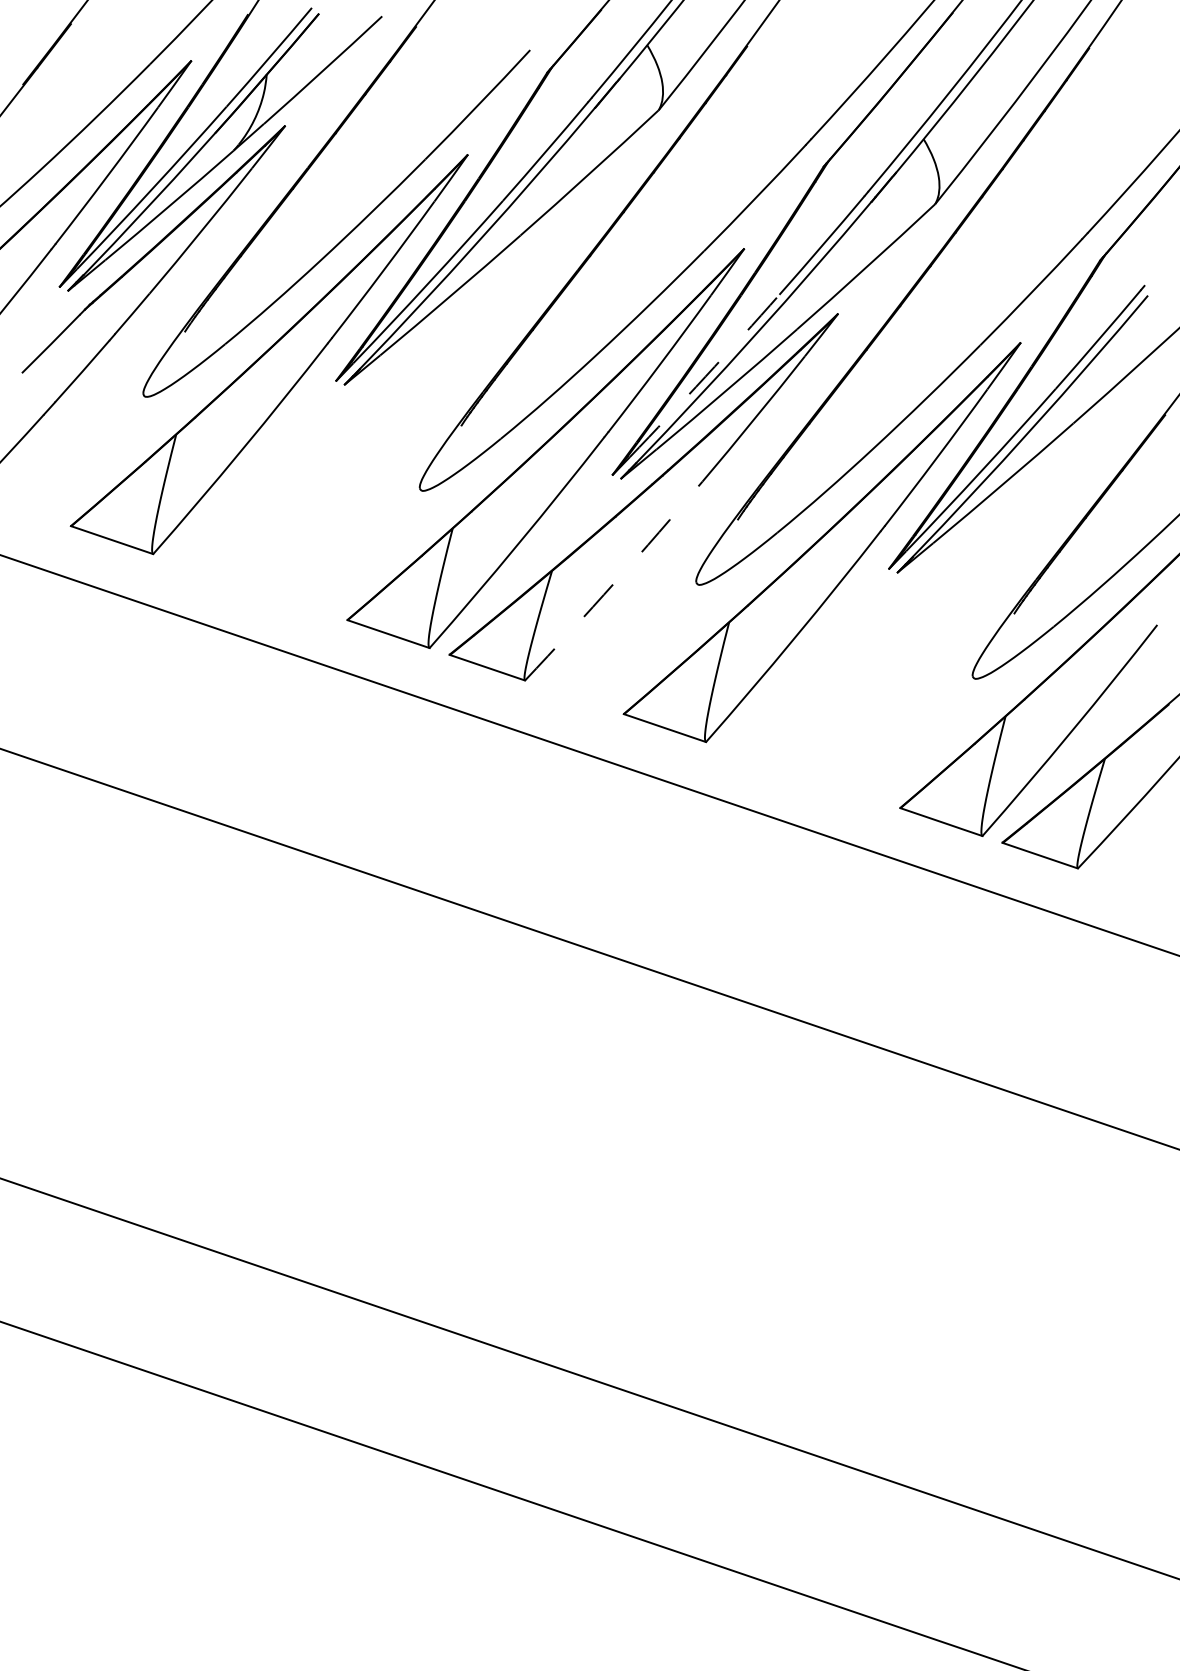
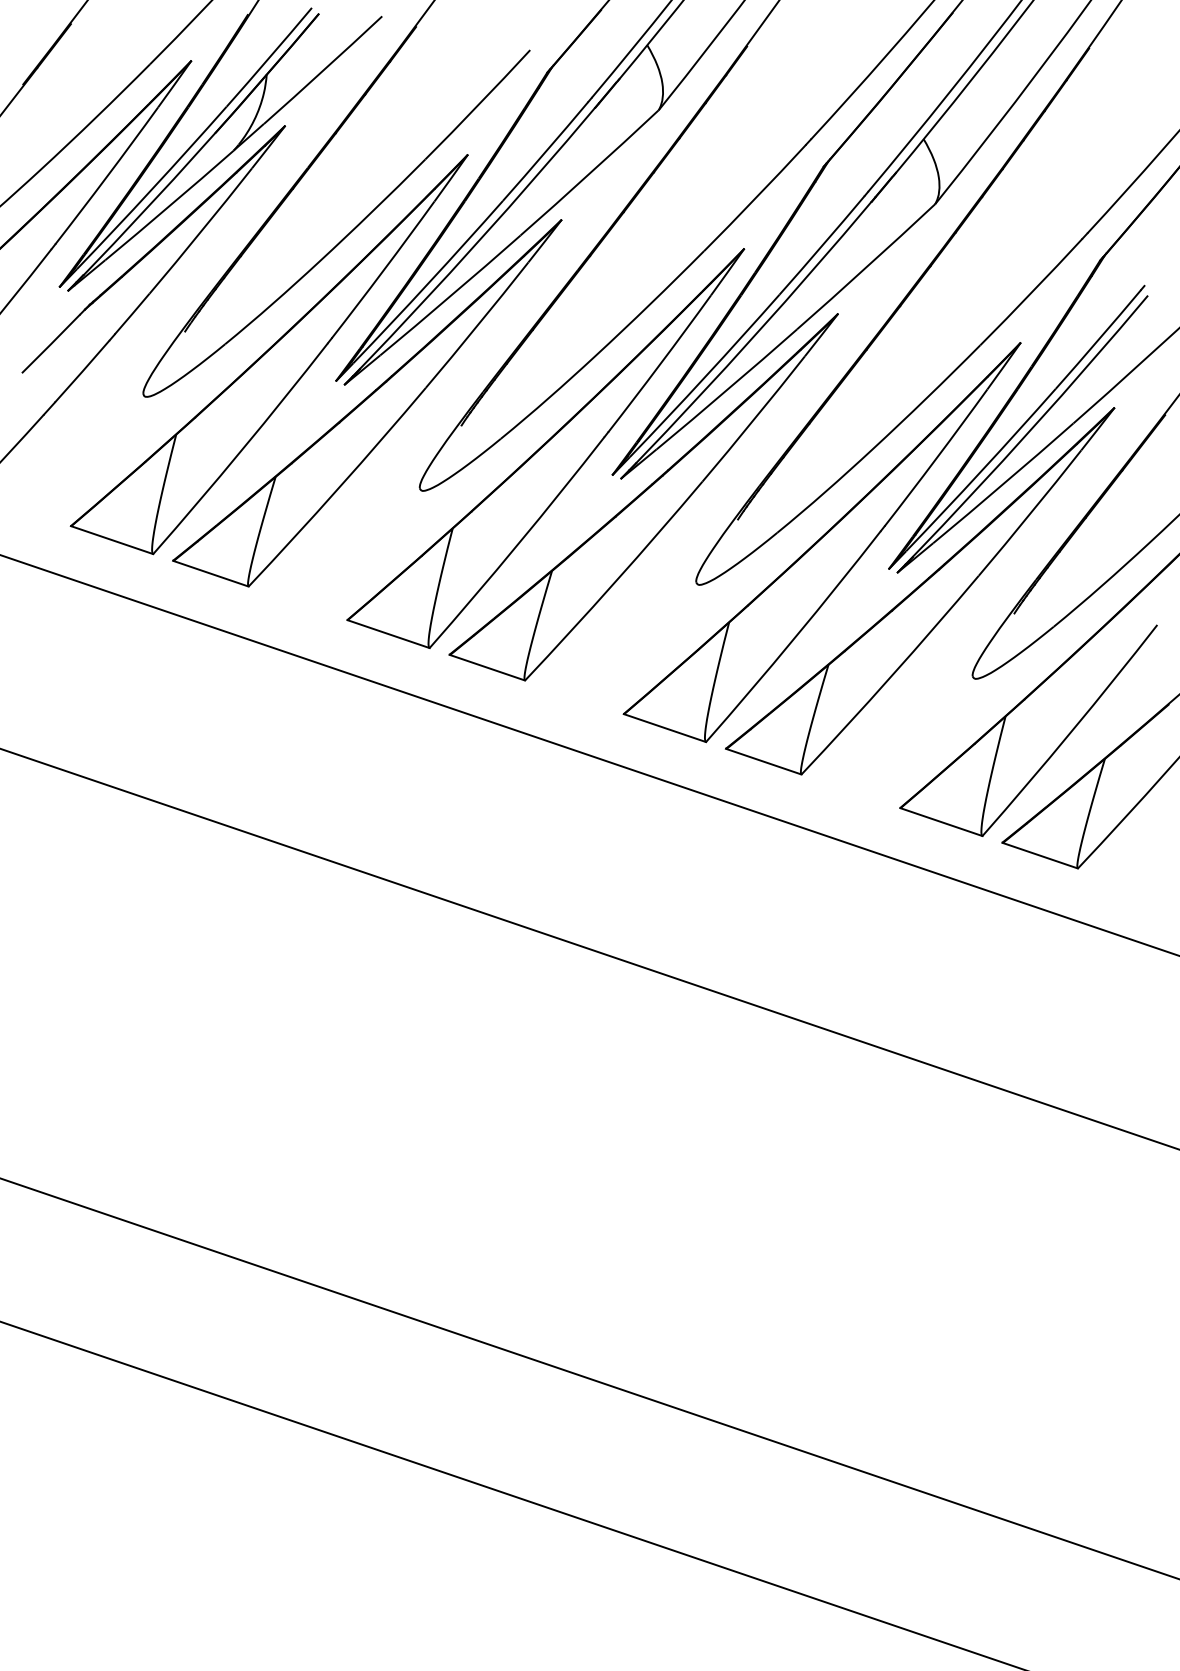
arc at (705, 376): dashed -> solid
part at (367, 403): none -> present
arc at (615, 582): dashed -> solid
part at (920, 591): none -> present
